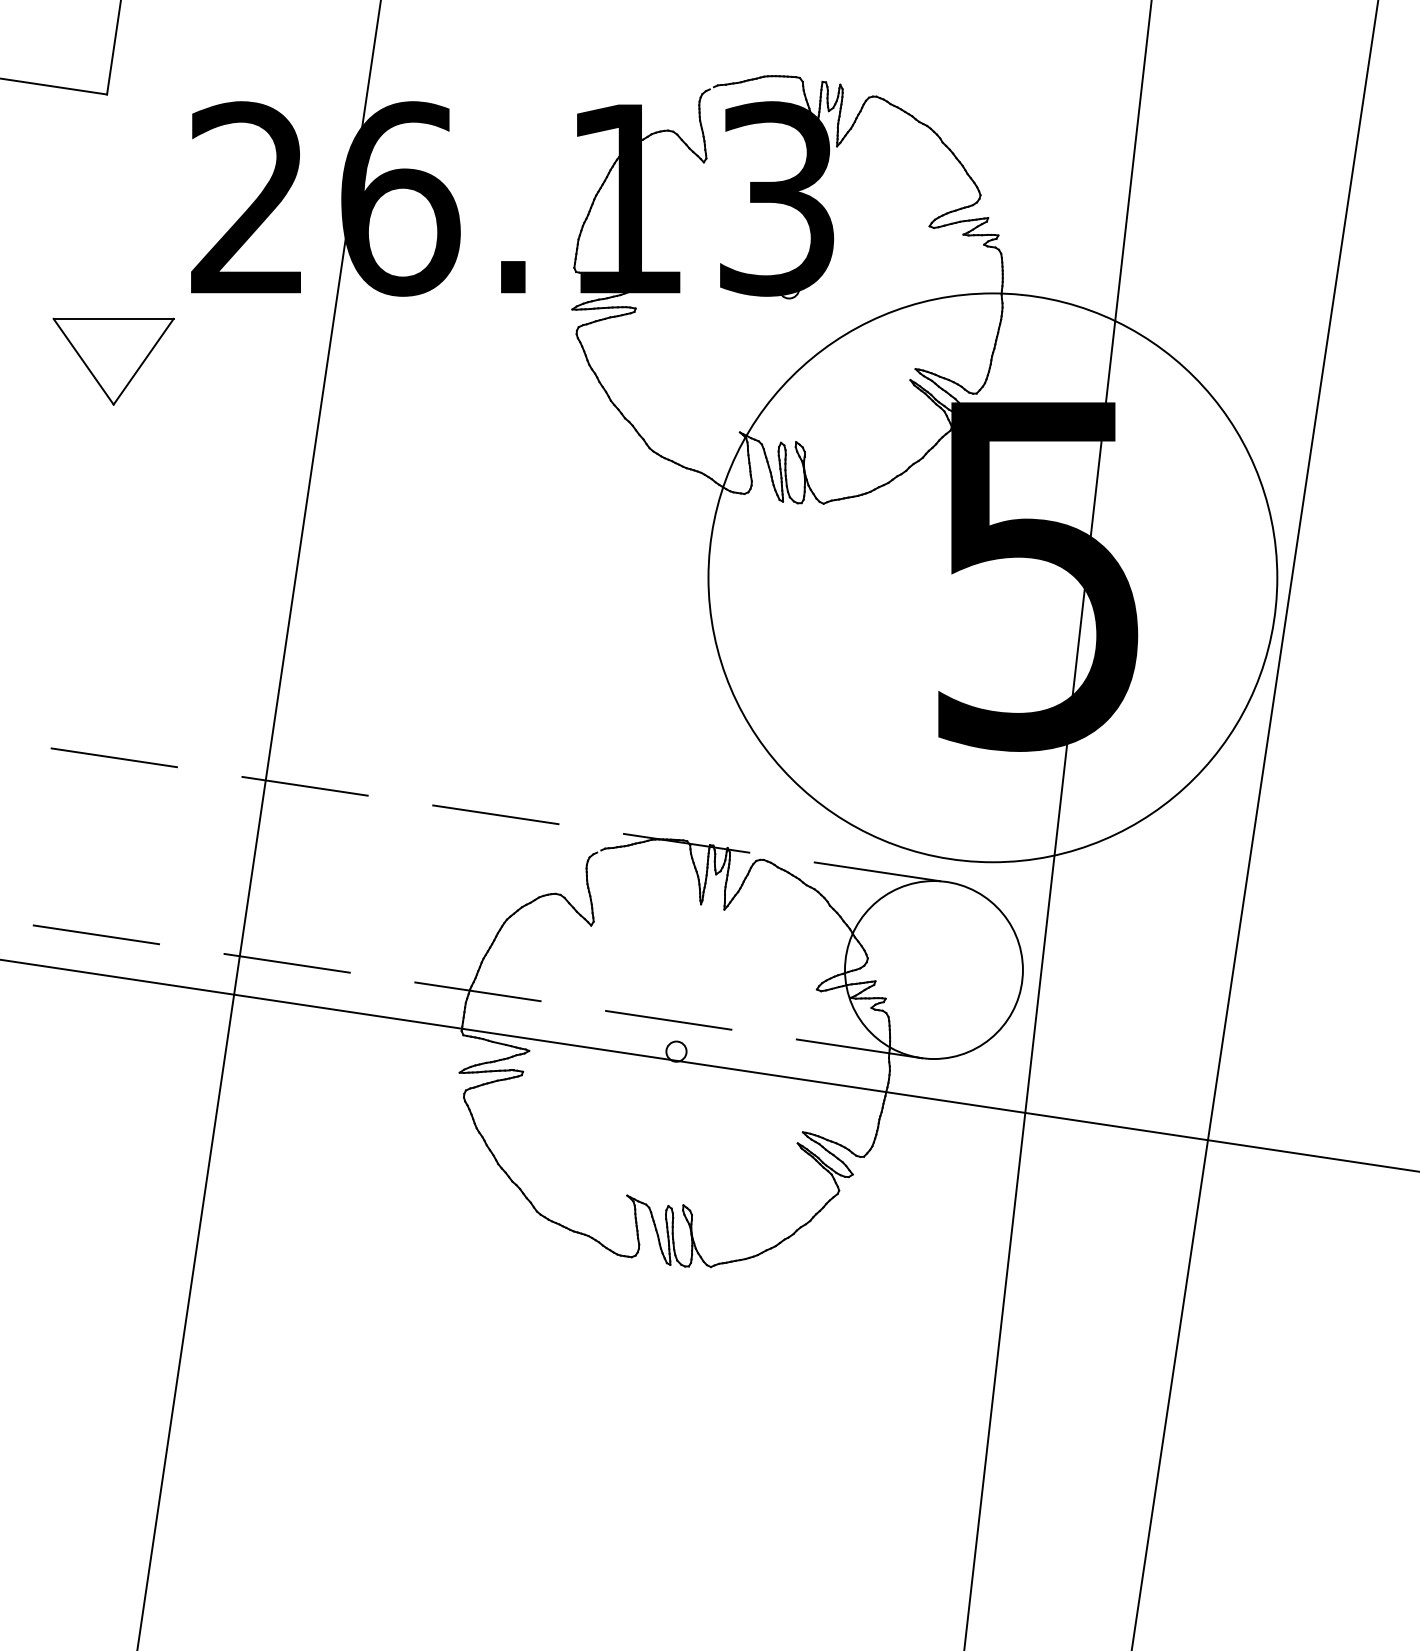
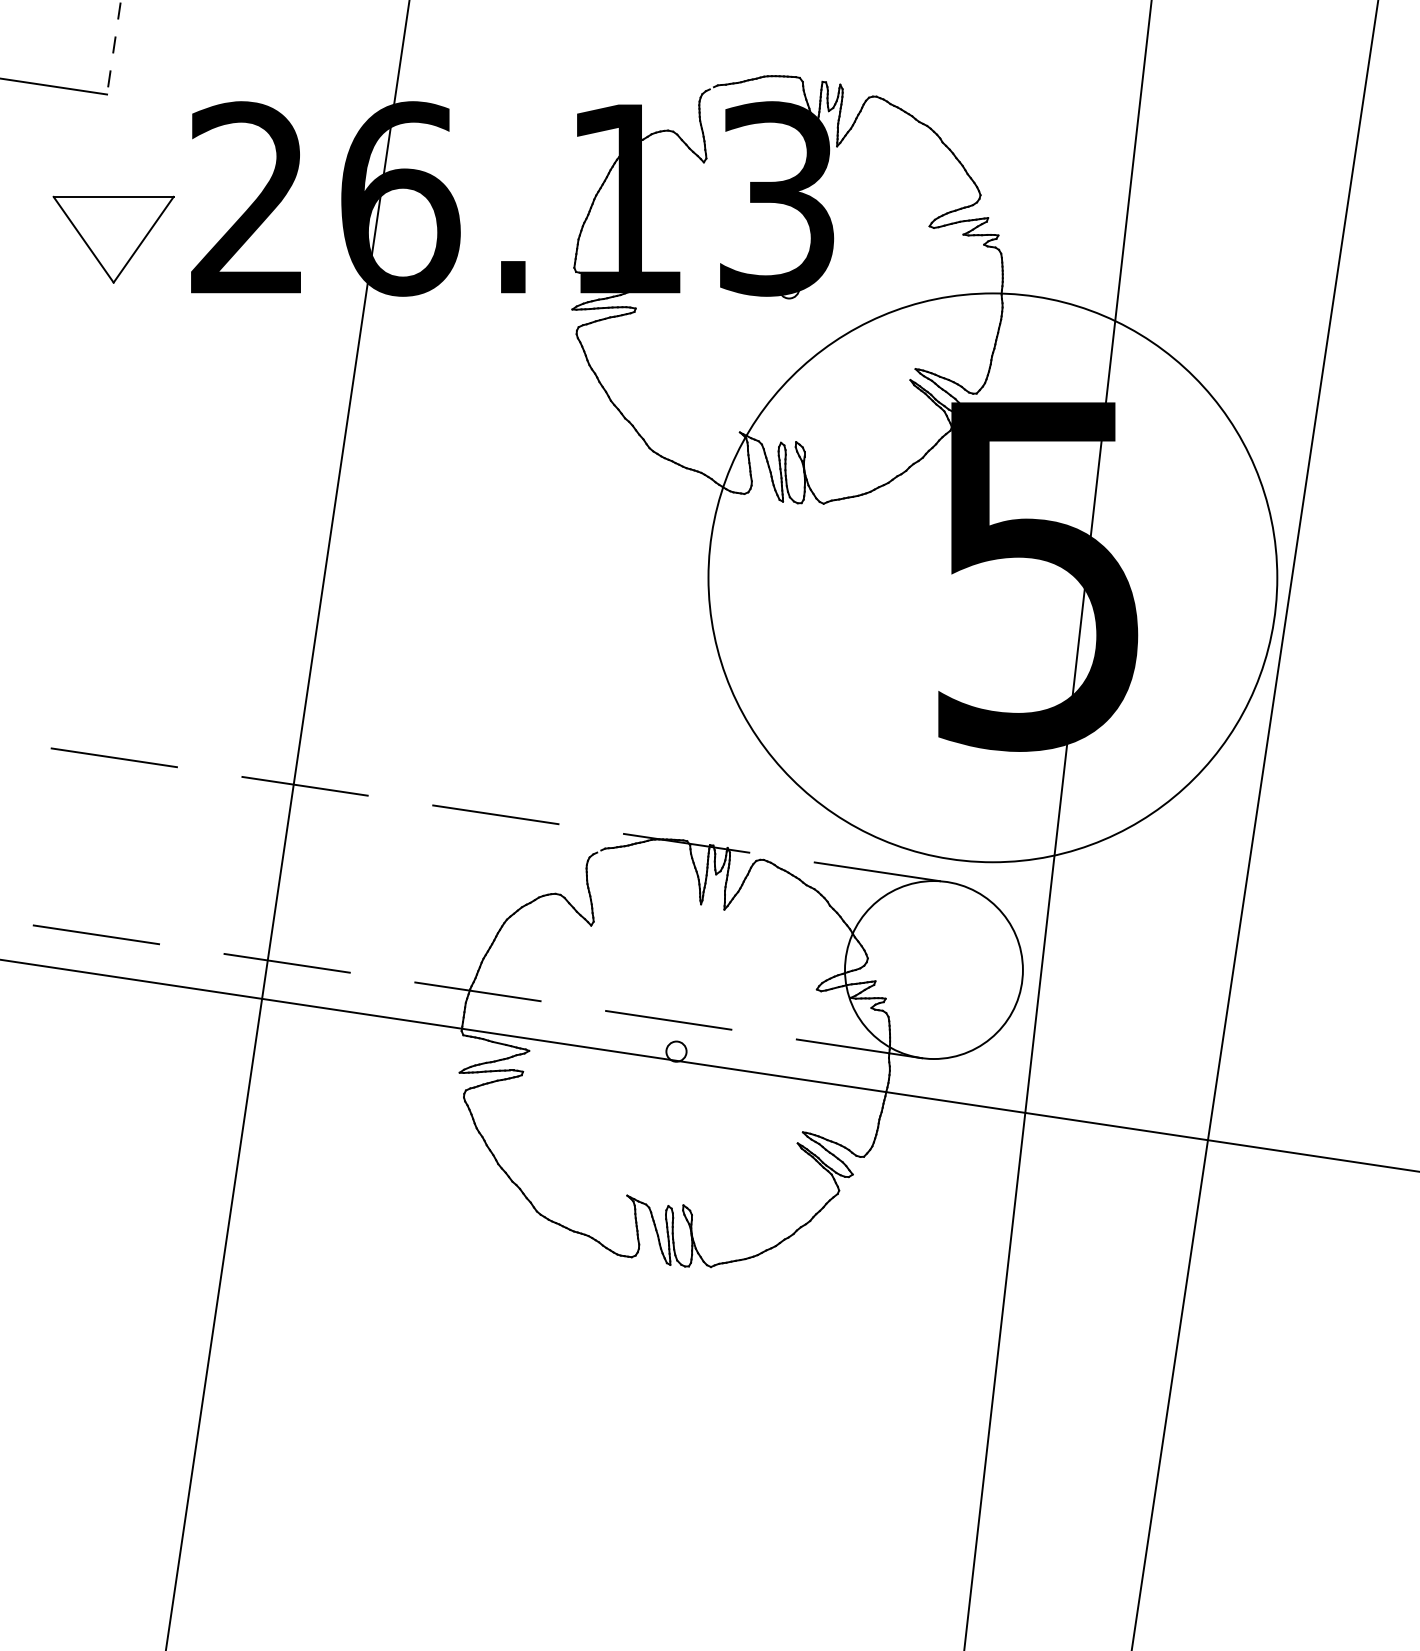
line at (113, 48): solid -> dashed
part at (113, 361) position: (113, 361) -> (113, 239)
line at (258, 824) position: (258, 824) -> (287, 824)
